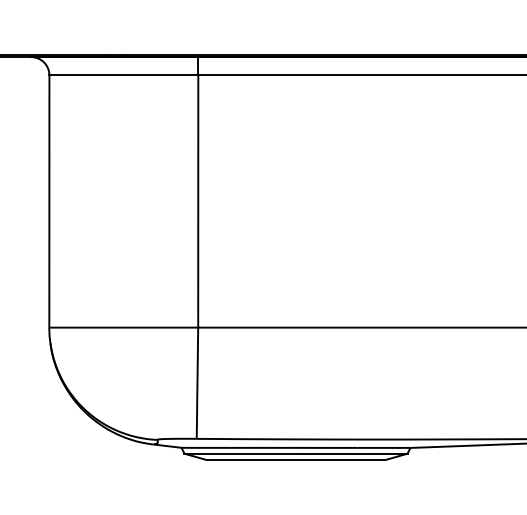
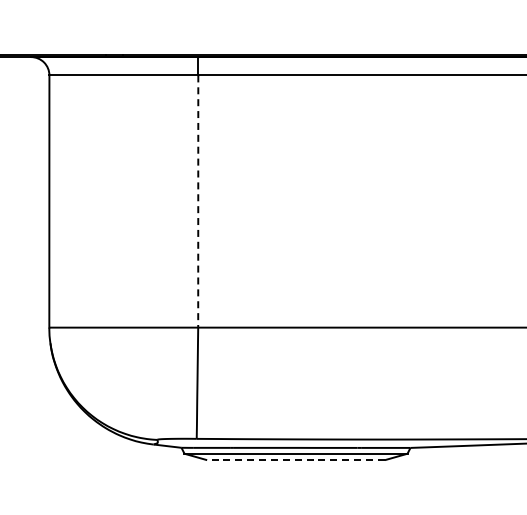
line at (198, 202): solid -> dashed
line at (296, 460): solid -> dashed
